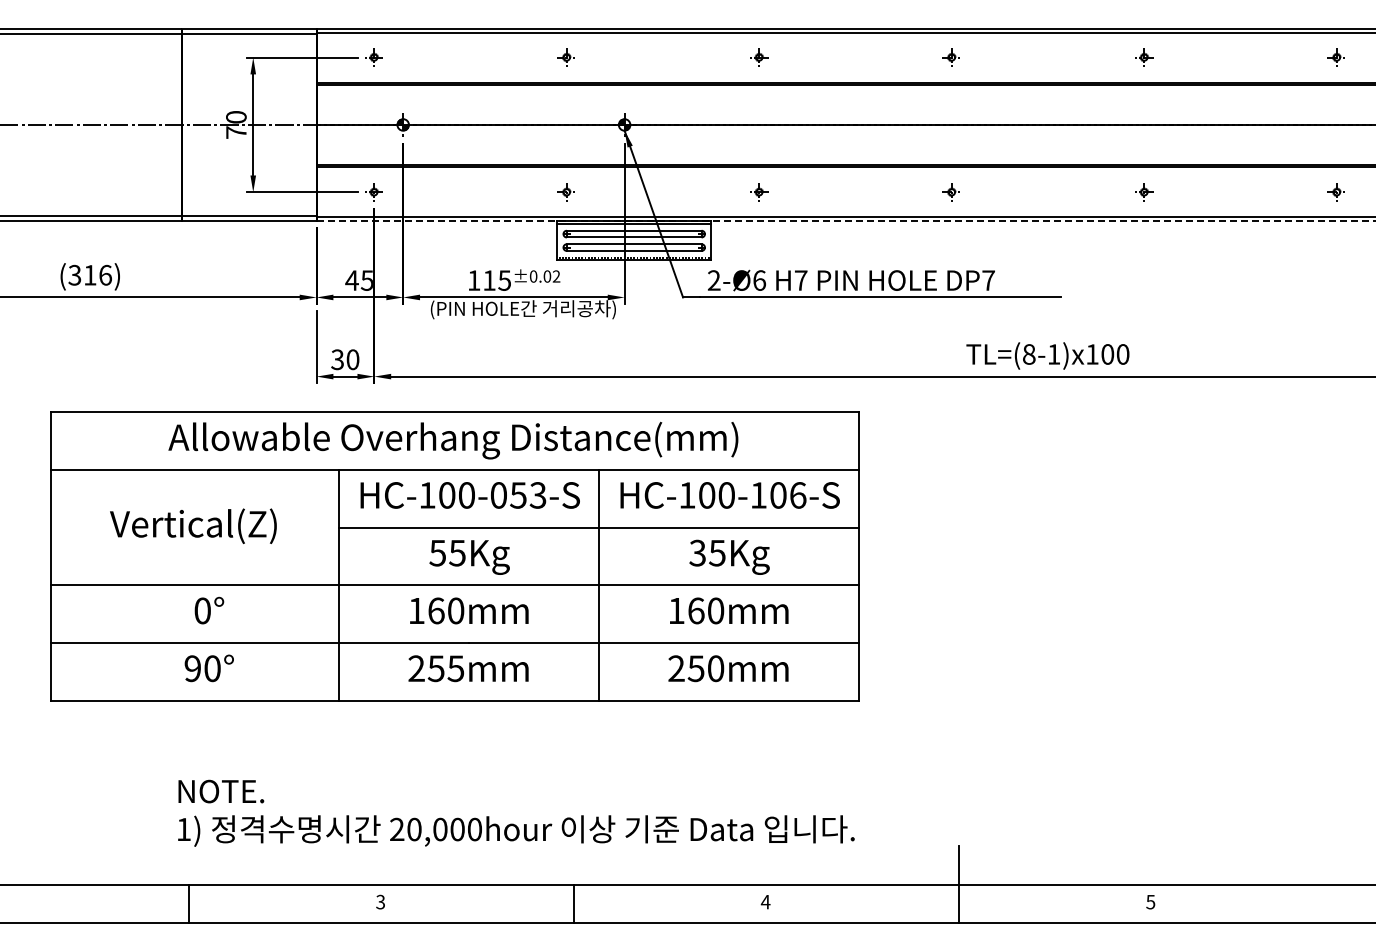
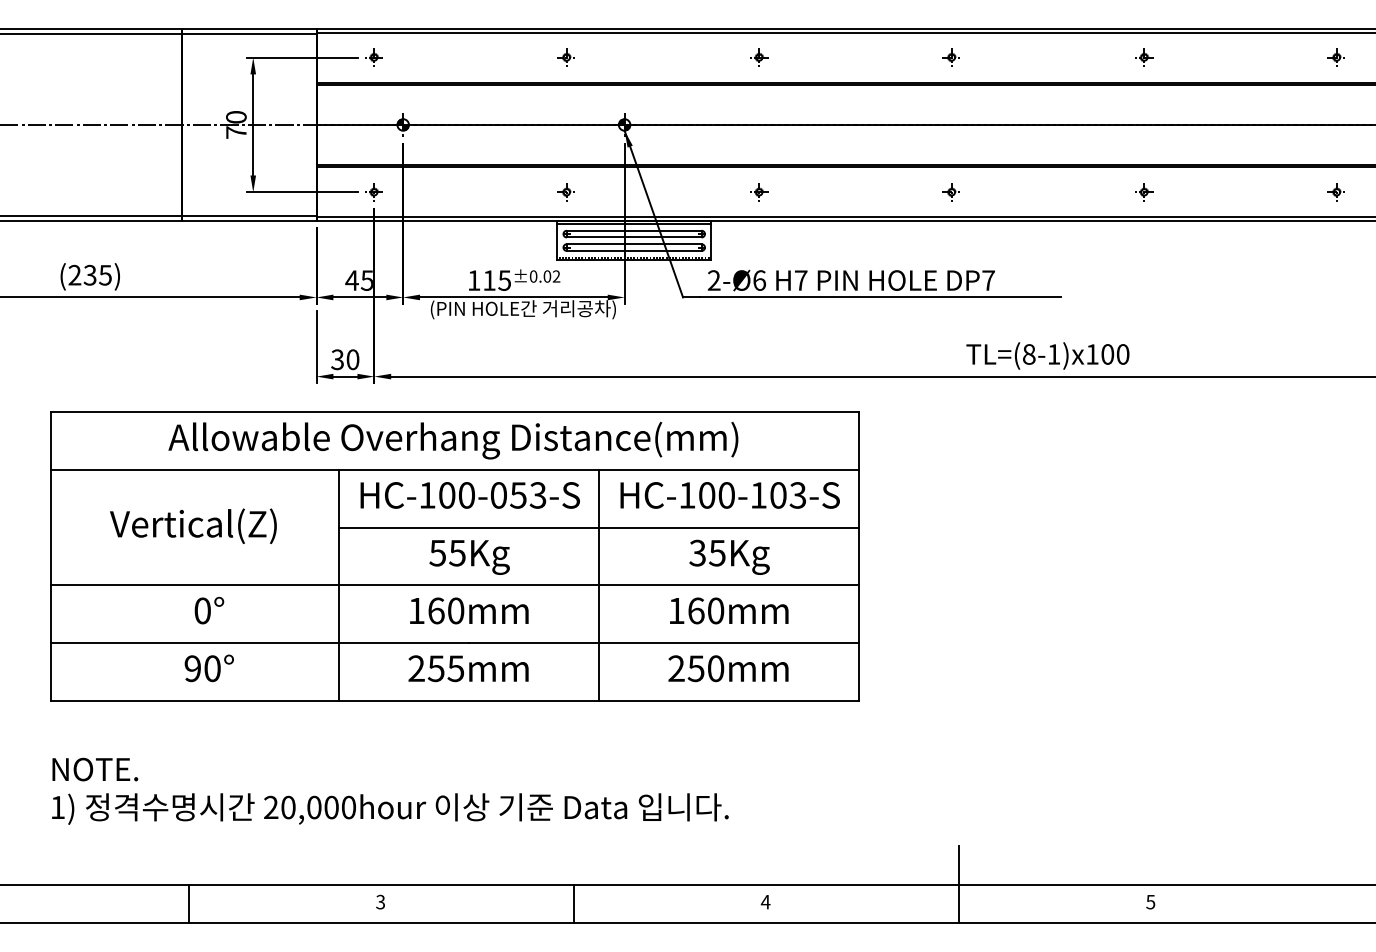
line at (846, 221): dashed -> solid
text at (89, 274): (316) -> (235)
text at (797, 495): HC-100-106-S -> HC-100-103-S
text at (516, 812) position: (516, 812) -> (390, 790)
